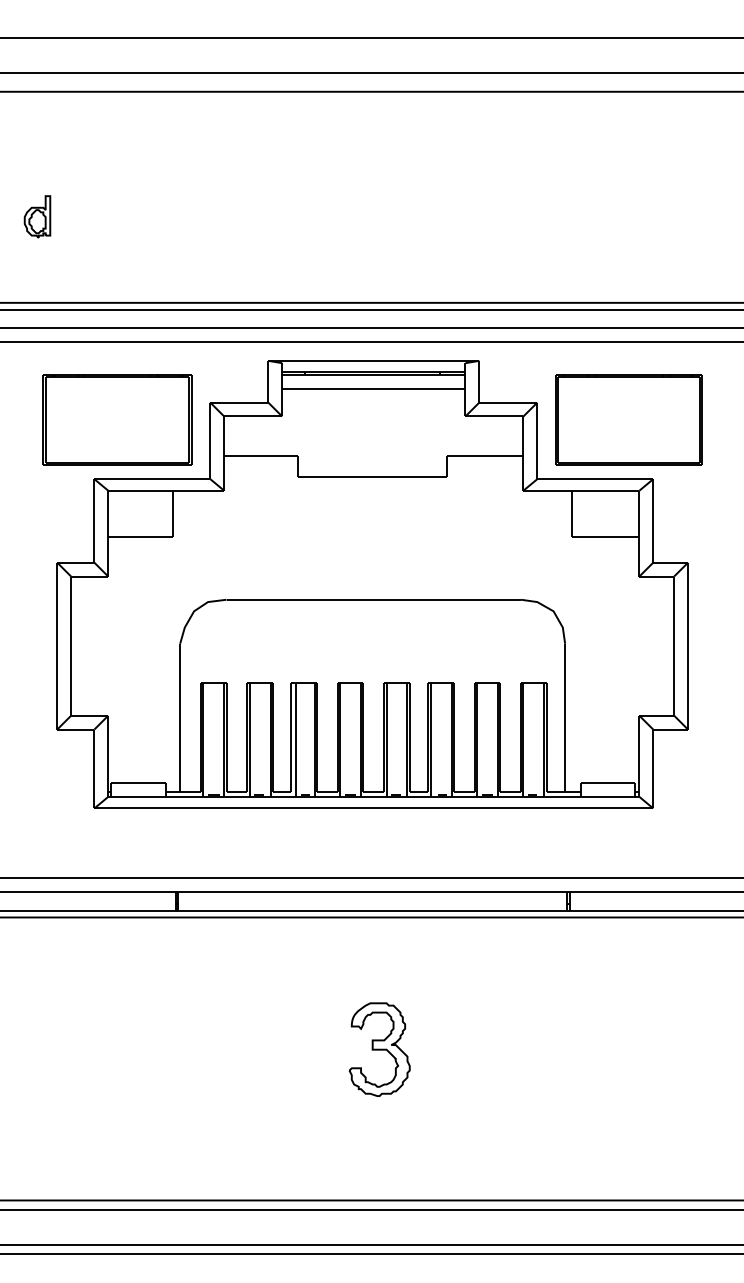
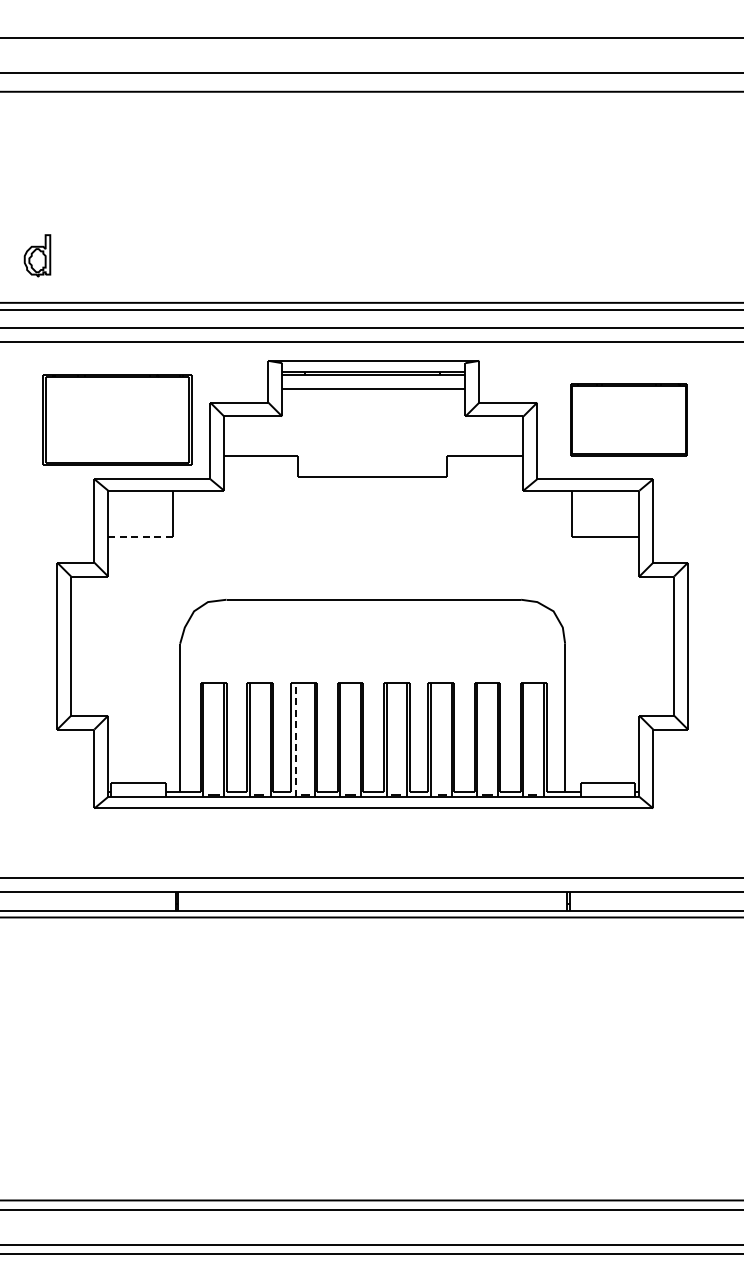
part at (37, 216) position: (37, 216) -> (37, 255)
part at (628, 419) size: 148x92 px -> 118x74 px
line at (141, 537): solid -> dashed
line at (296, 740): solid -> dashed
part at (379, 1049): present -> none
